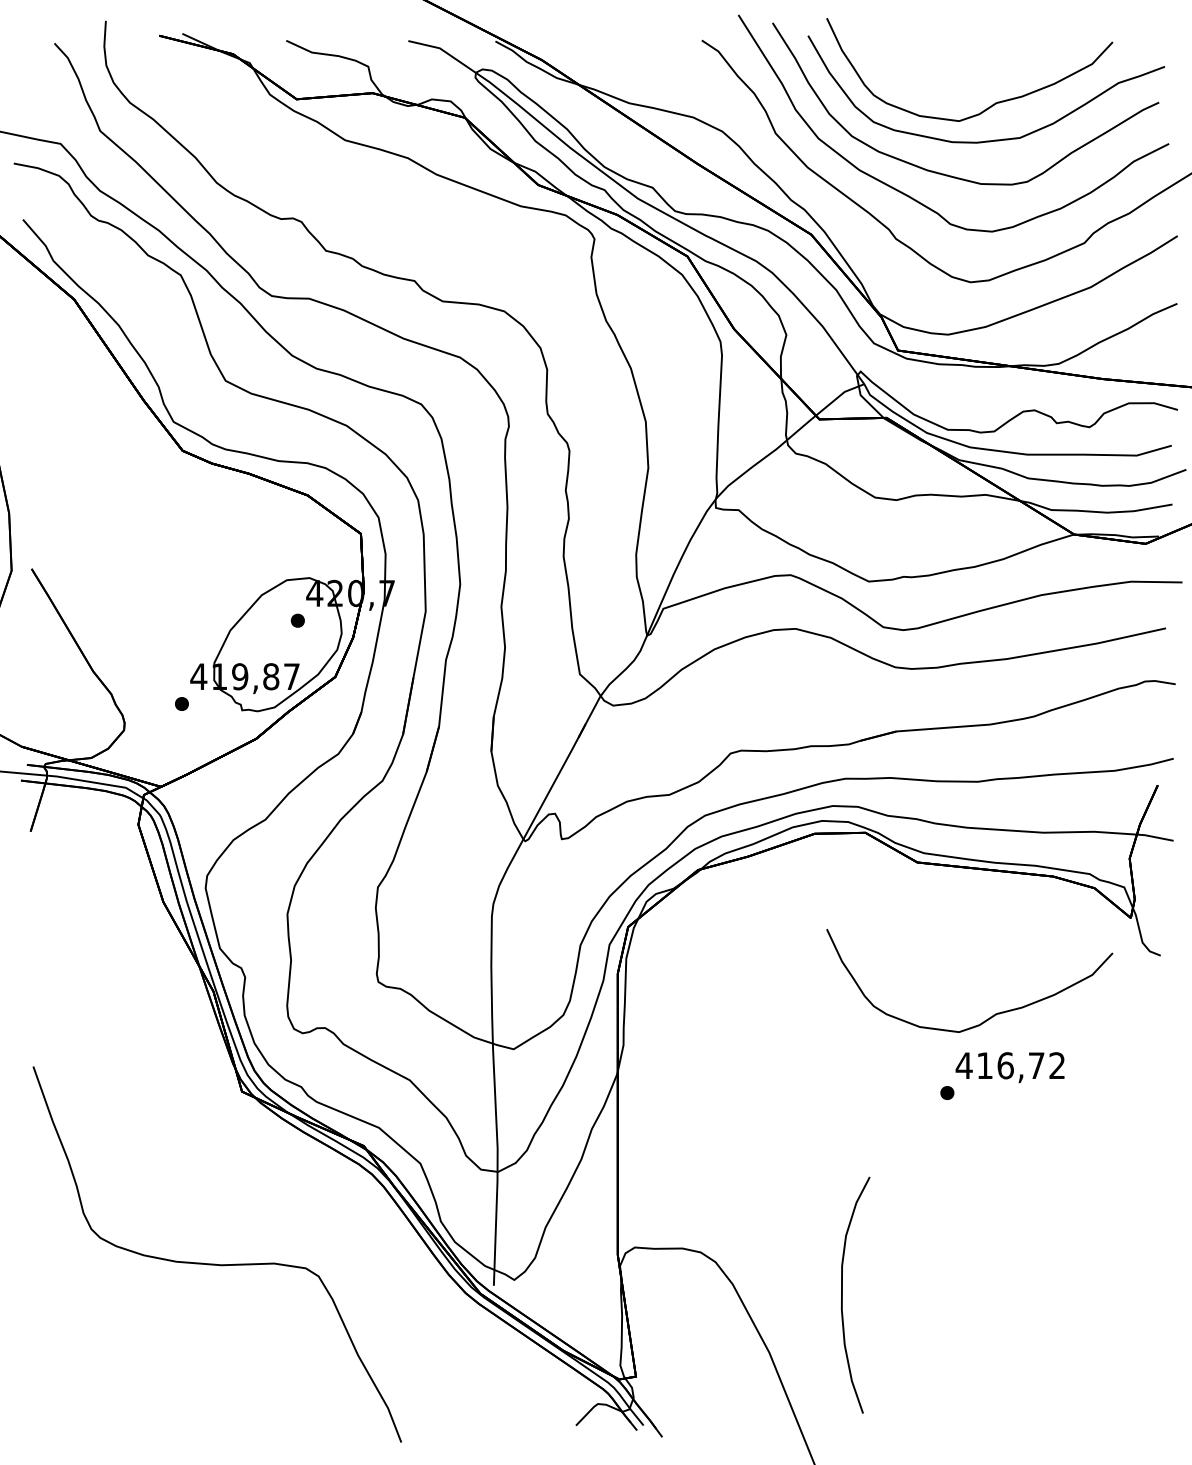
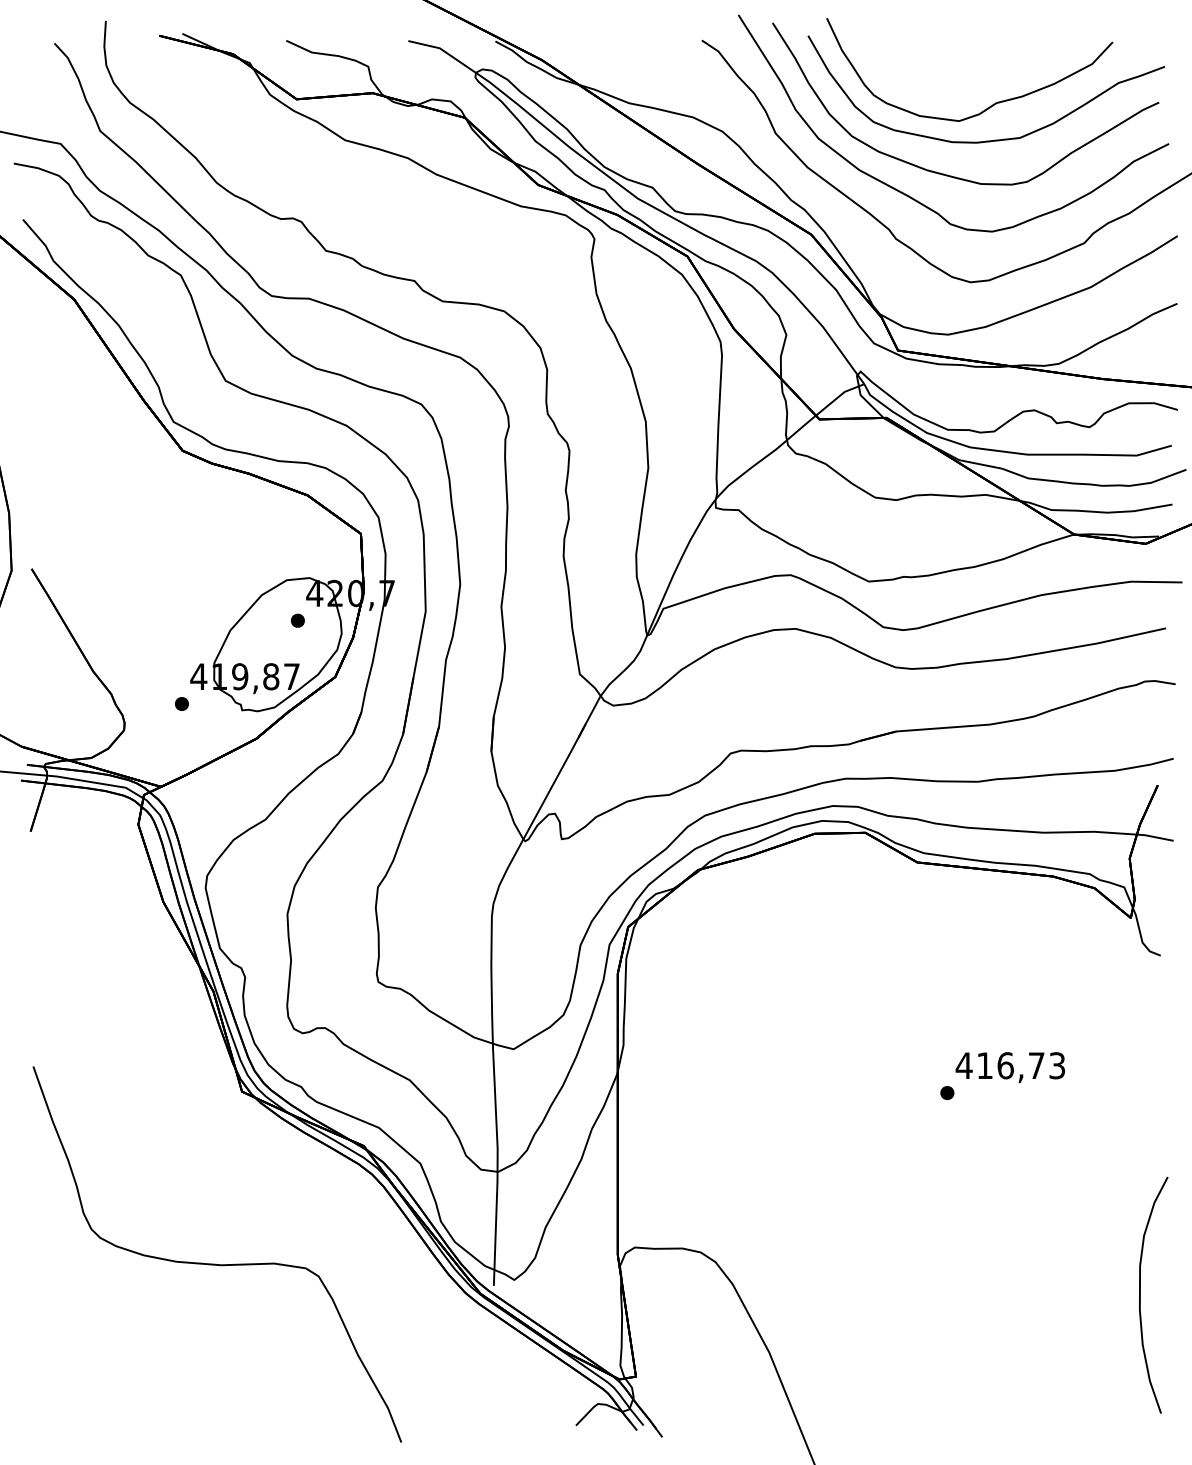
curve at (993, 1014): present -> none
text at (1057, 1065): 416,72 -> 416,73
curve at (842, 1294) position: (842, 1294) -> (1140, 1294)
